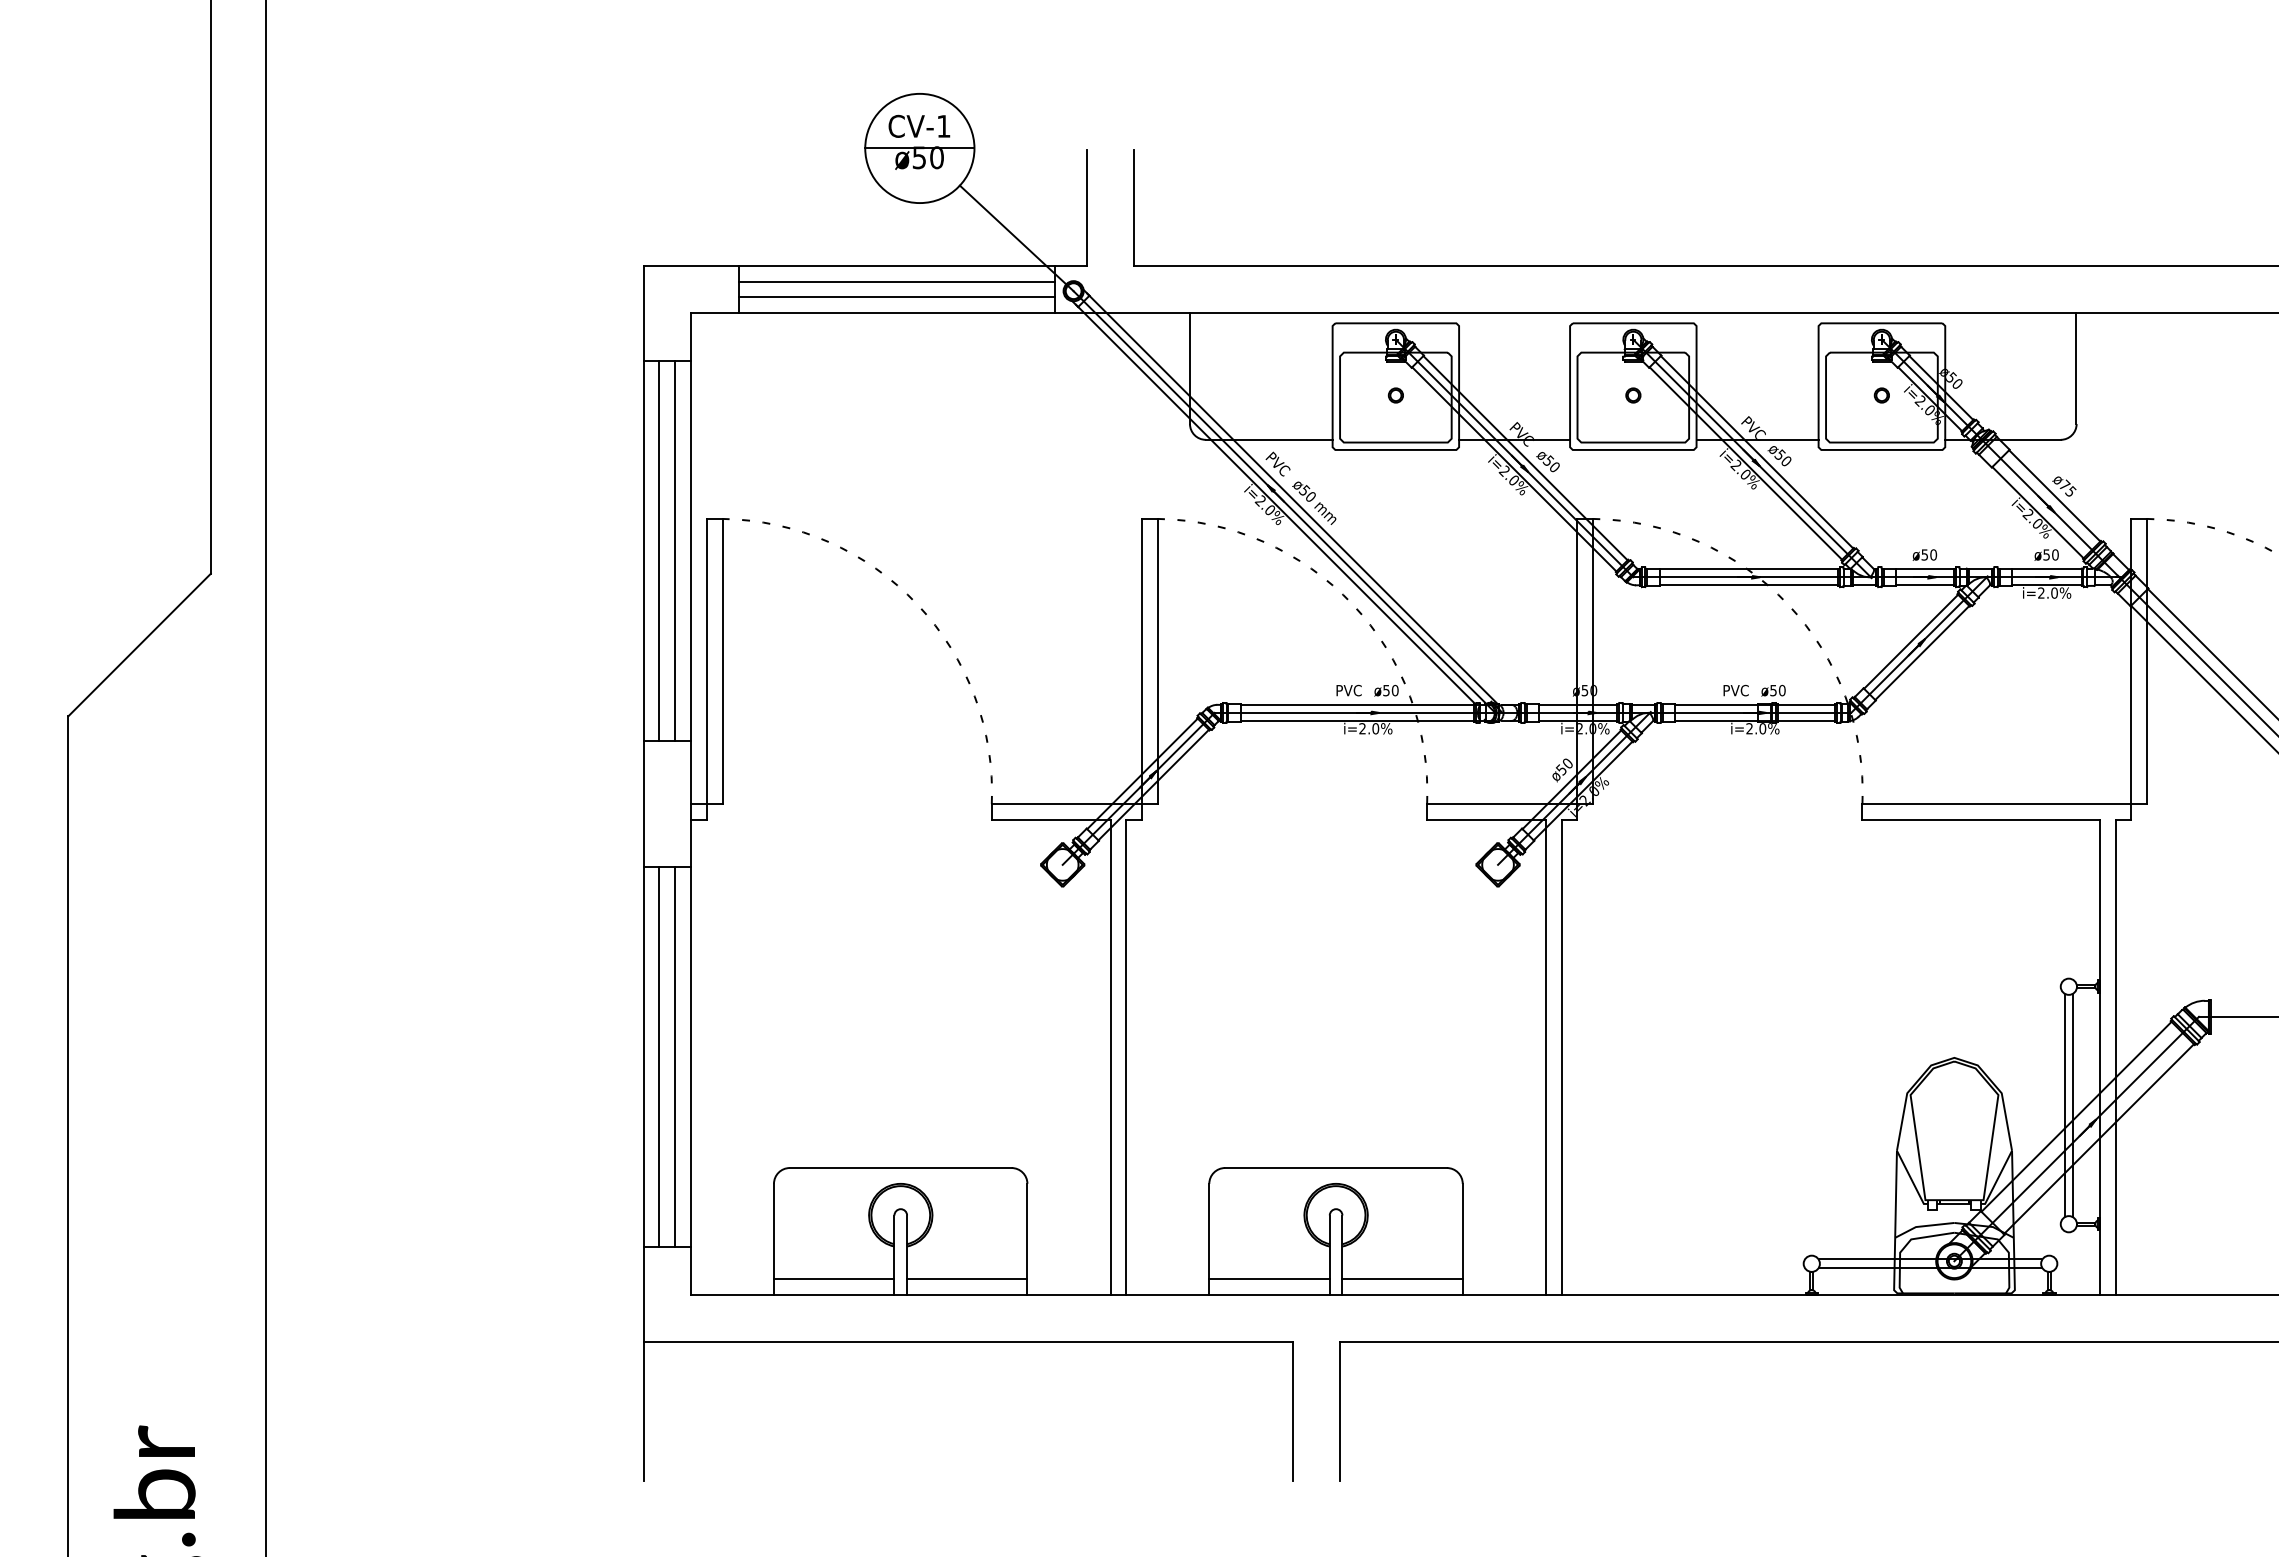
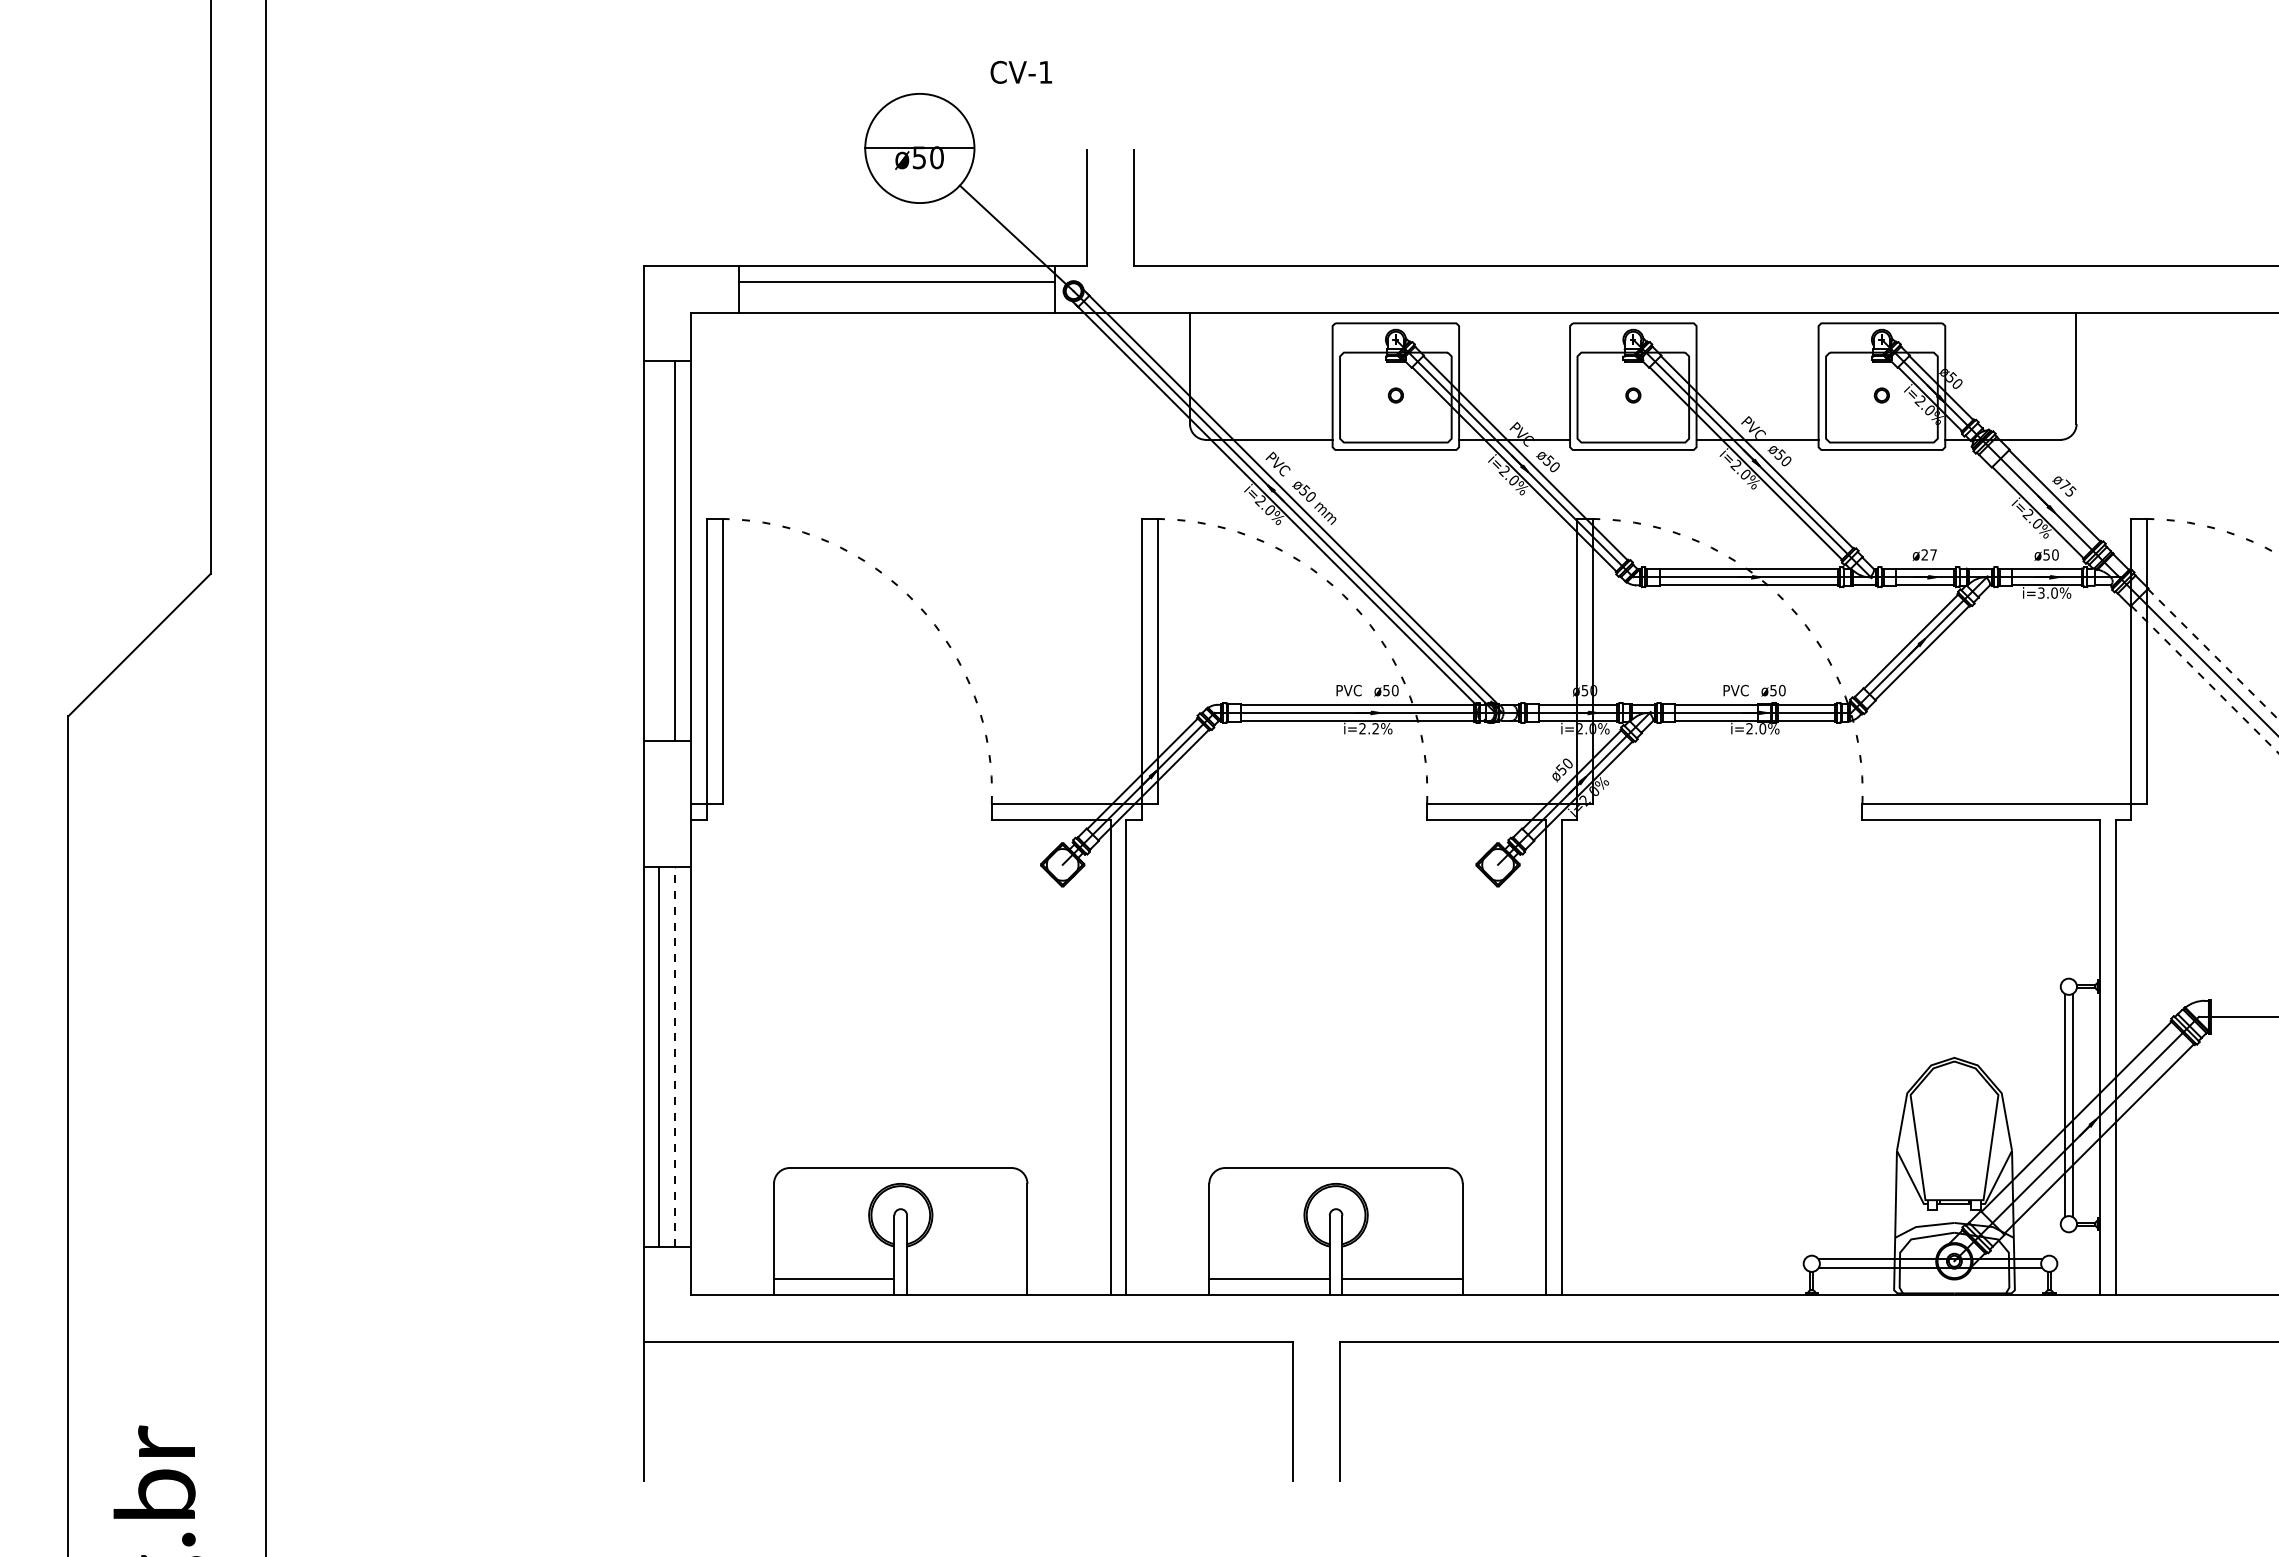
text at (919, 125) position: (919, 125) -> (1021, 71)
line at (896, 297): present -> none
line at (659, 550): present -> none
text at (1929, 554): ø50 -> ø27
text at (2041, 593): i=2.0% -> i=3.0%
line at (2213, 654): solid -> dashed
line at (2205, 679): solid -> dashed
text at (1375, 728): i=2.0% -> i=2.2%
line at (675, 1057): solid -> dashed
line at (967, 1278): present -> none
